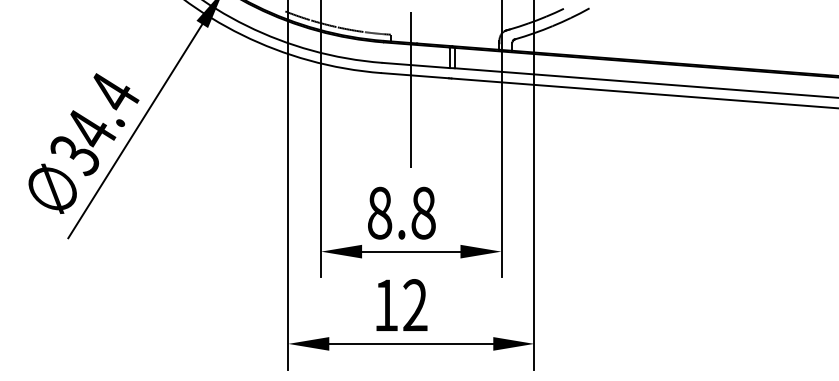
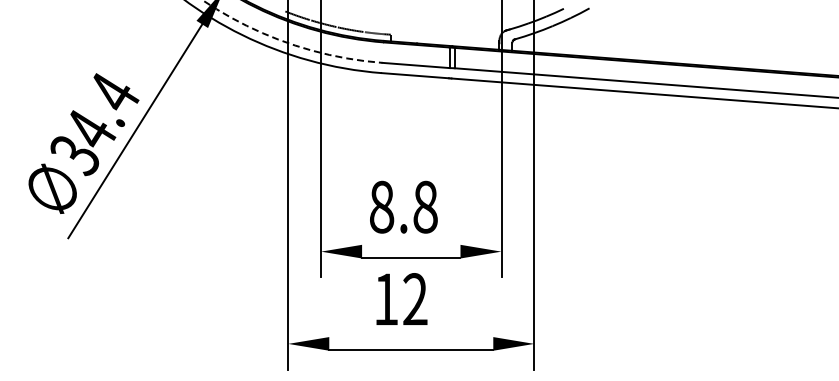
arc at (288, 43): solid -> dashed
line at (411, 84): present -> none
text at (401, 212) position: (401, 212) -> (403, 206)
line at (411, 251) position: (411, 251) -> (411, 257)
text at (401, 304) position: (401, 304) -> (401, 298)
line at (411, 343) position: (411, 343) -> (411, 349)
